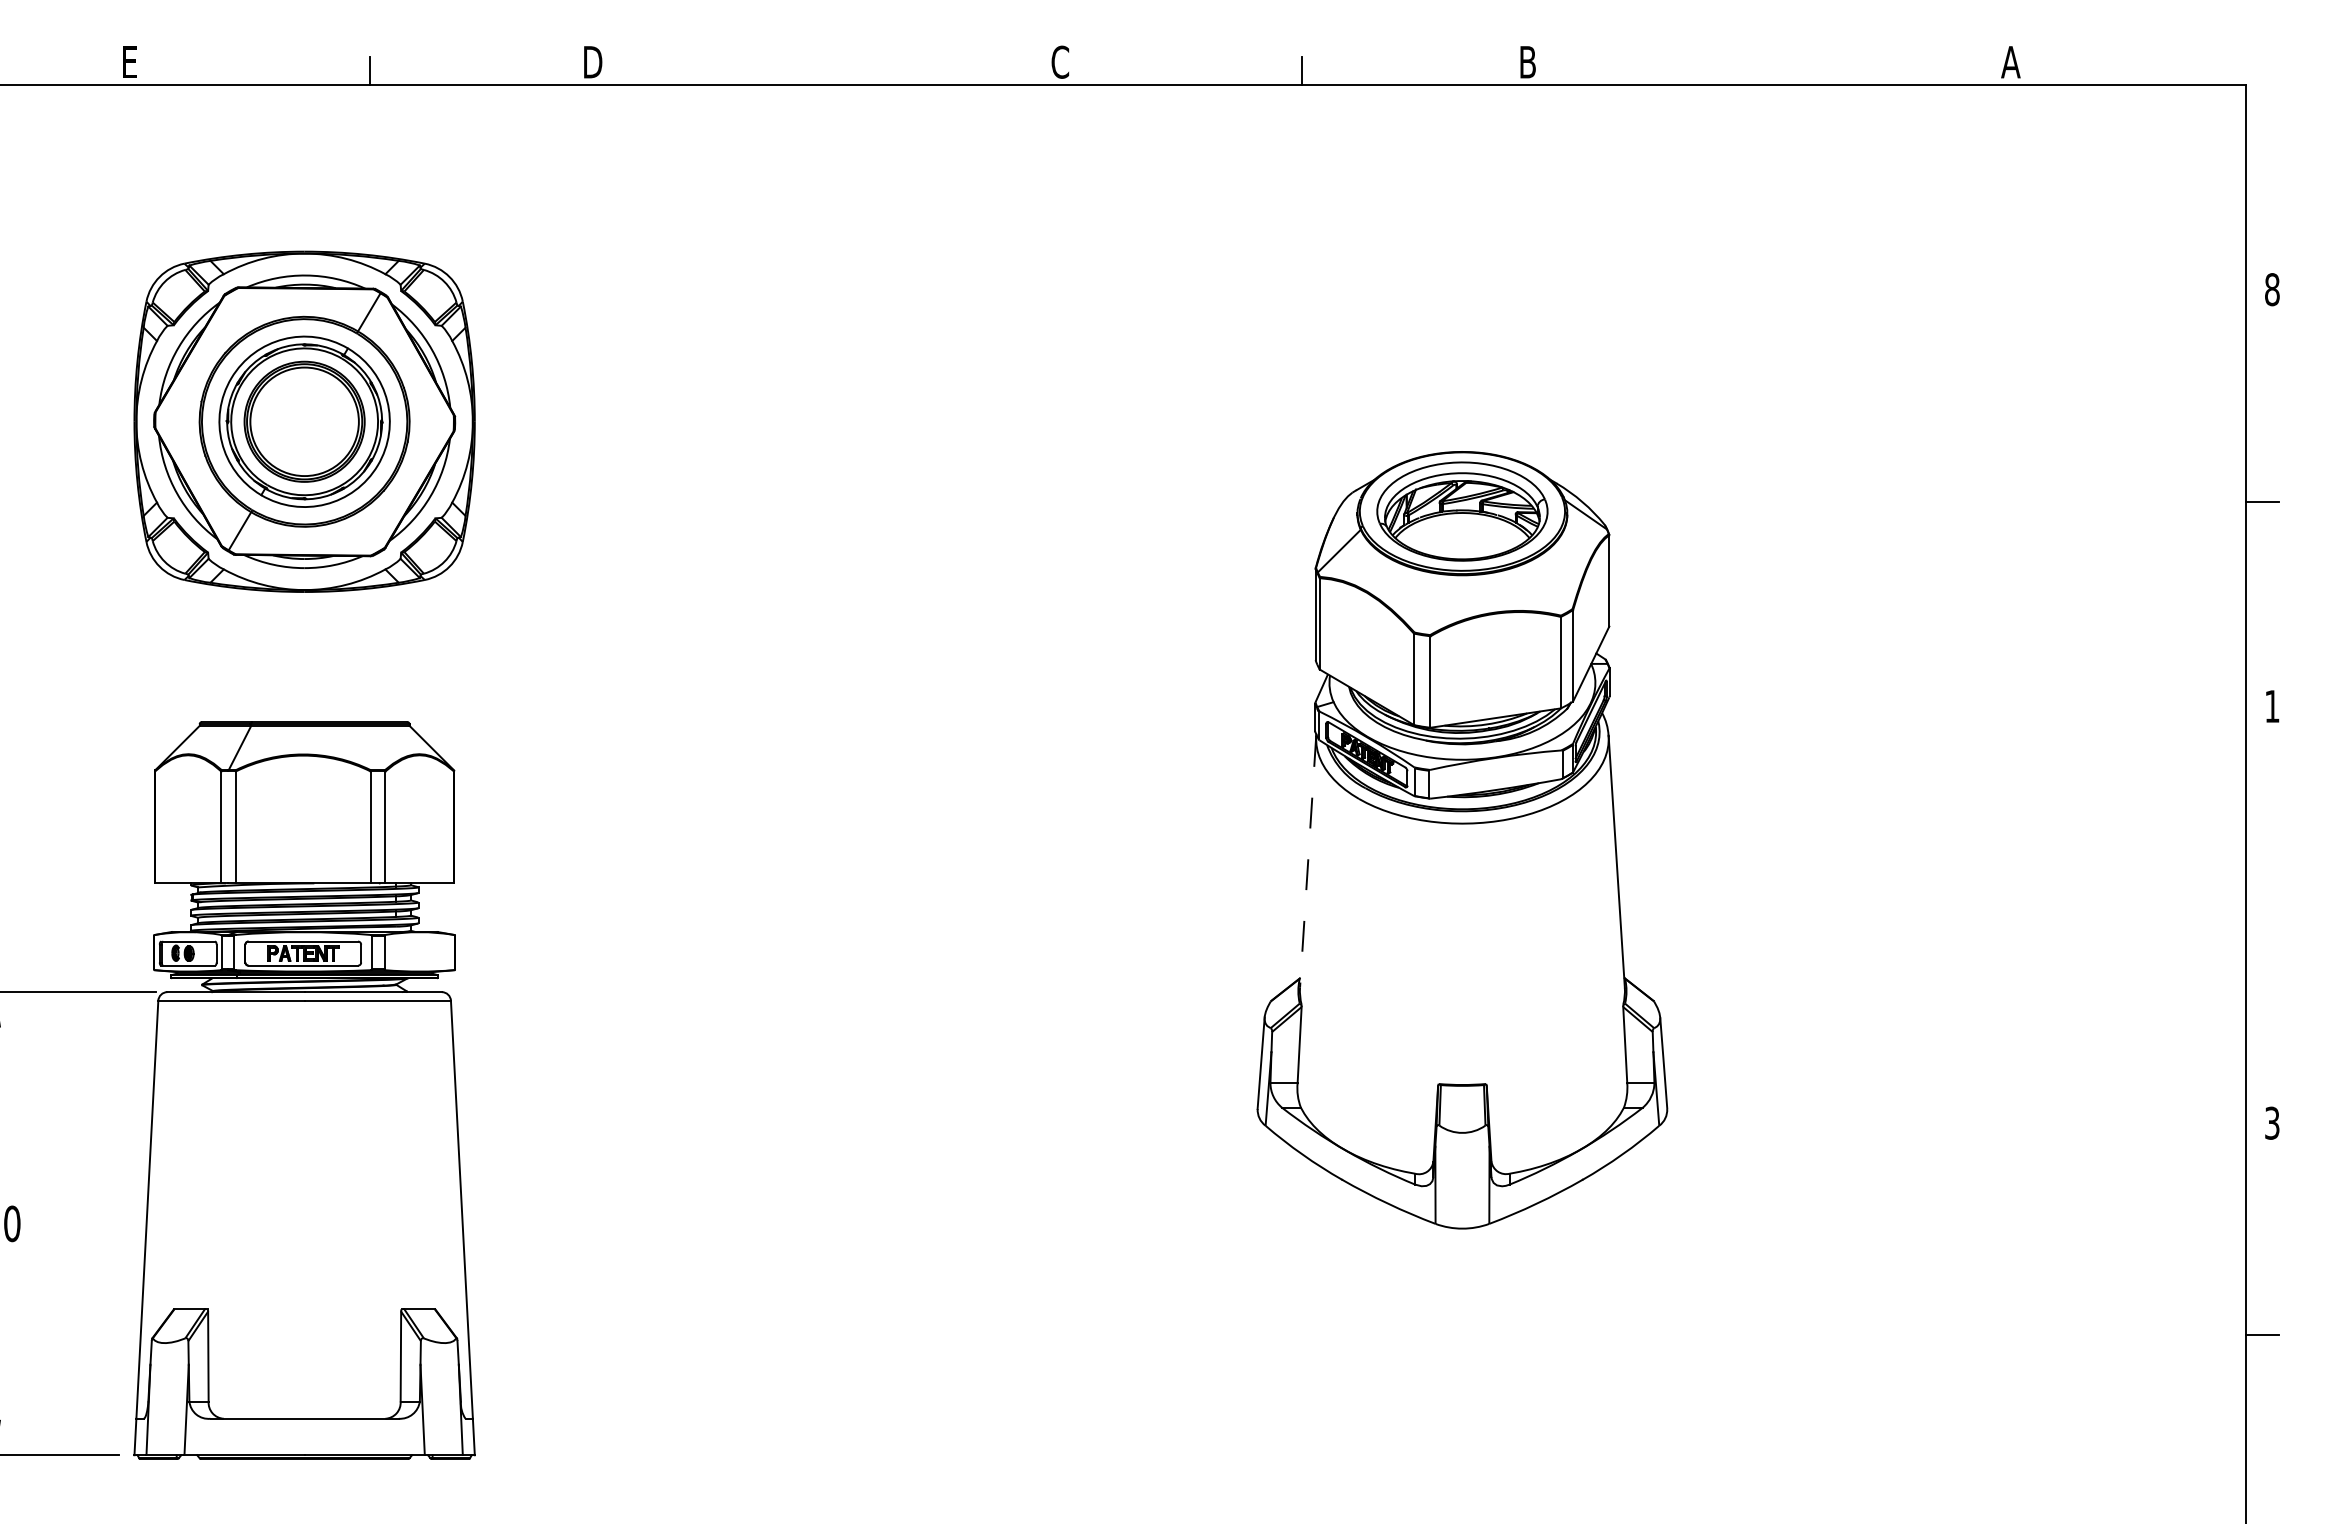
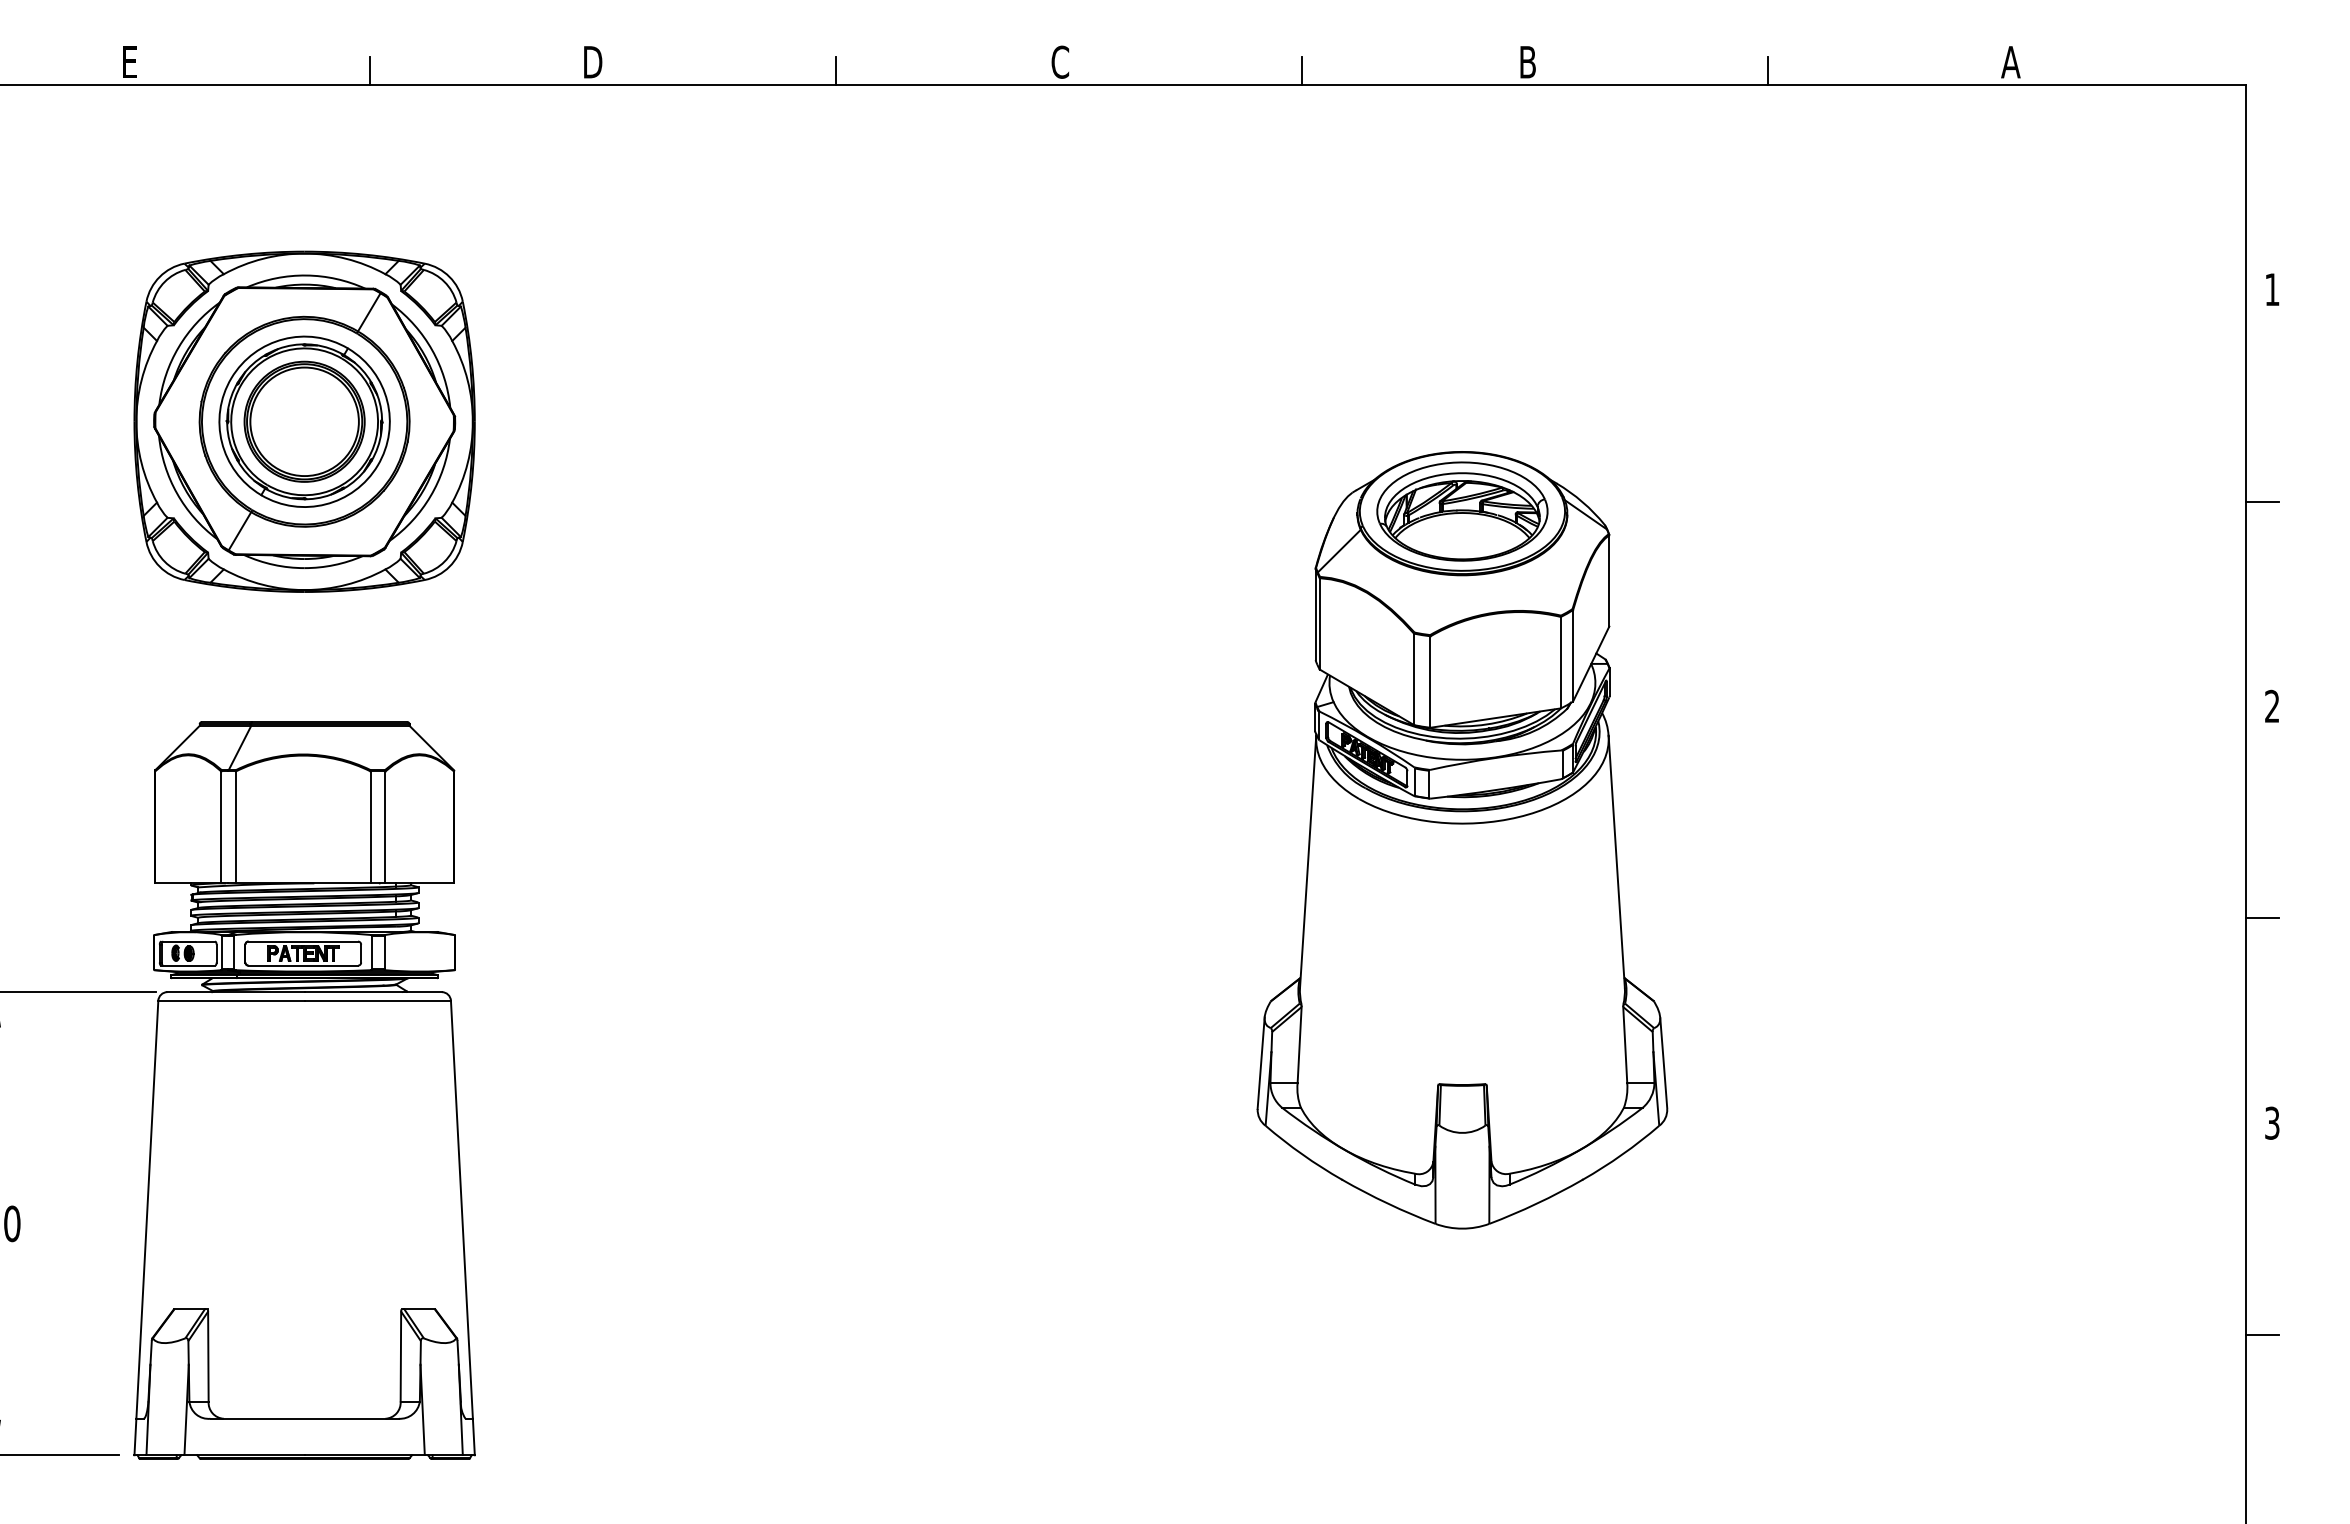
line at (835, 70): none -> present
line at (1768, 70): none -> present
text at (2272, 289): 8 -> 1
text at (2272, 705): 1 -> 2
line at (1308, 862): dashed -> solid
line at (2261, 918): none -> present
